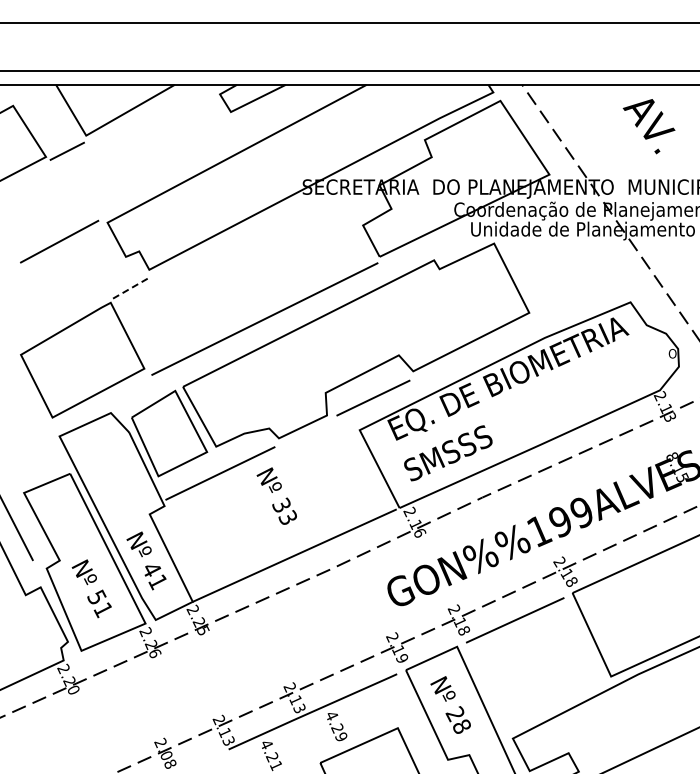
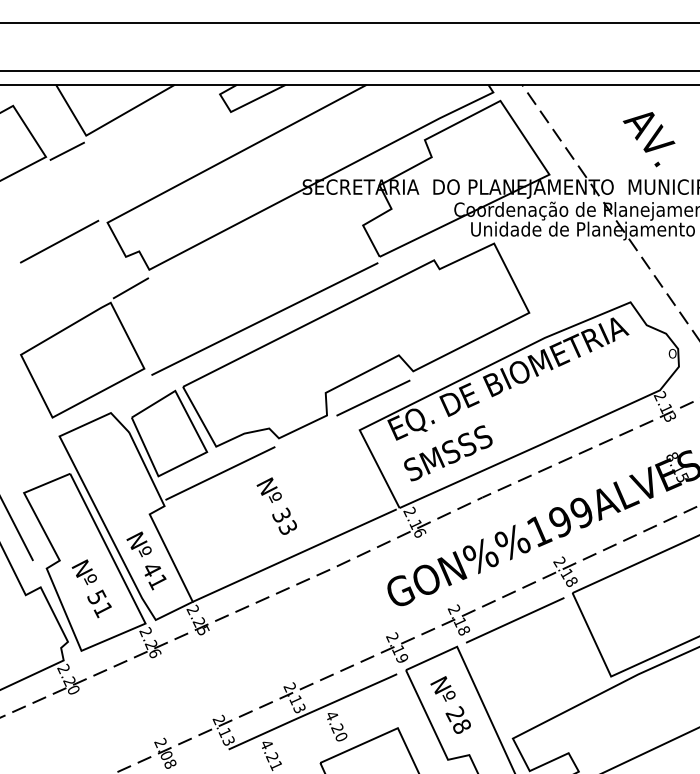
text at (648, 126) position: (648, 126) -> (648, 139)
line at (130, 288): dashed -> solid
text at (276, 495) position: (276, 495) -> (276, 505)
text at (340, 736): 4.29 -> 4.20
